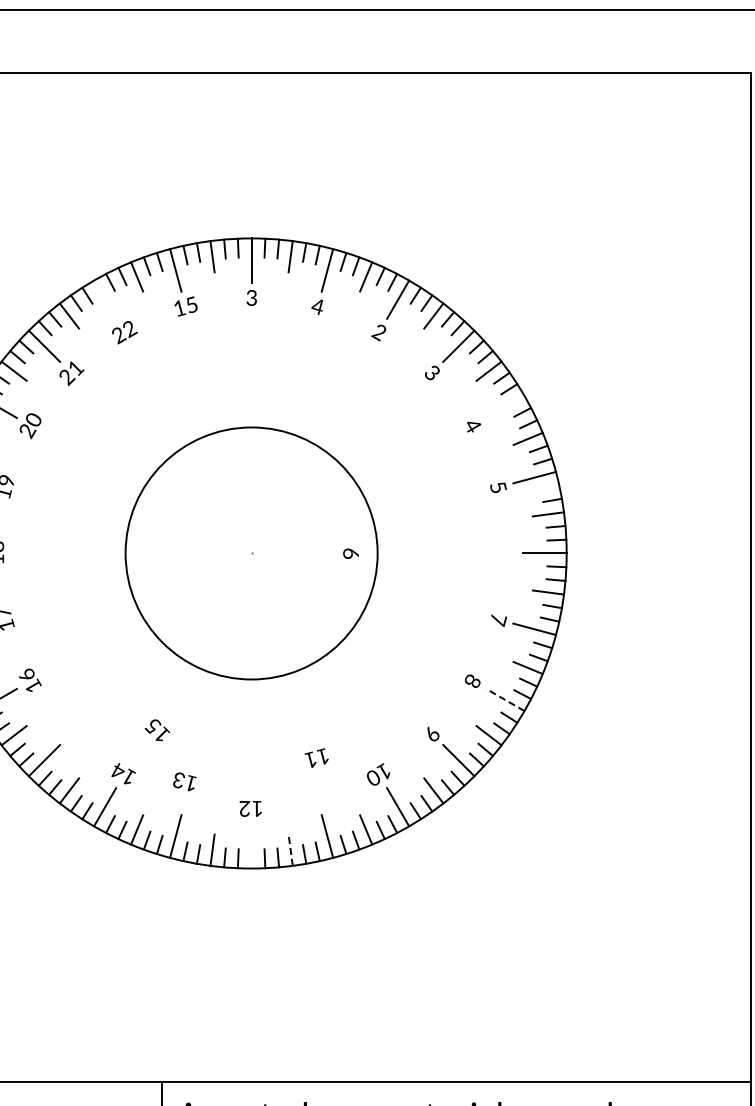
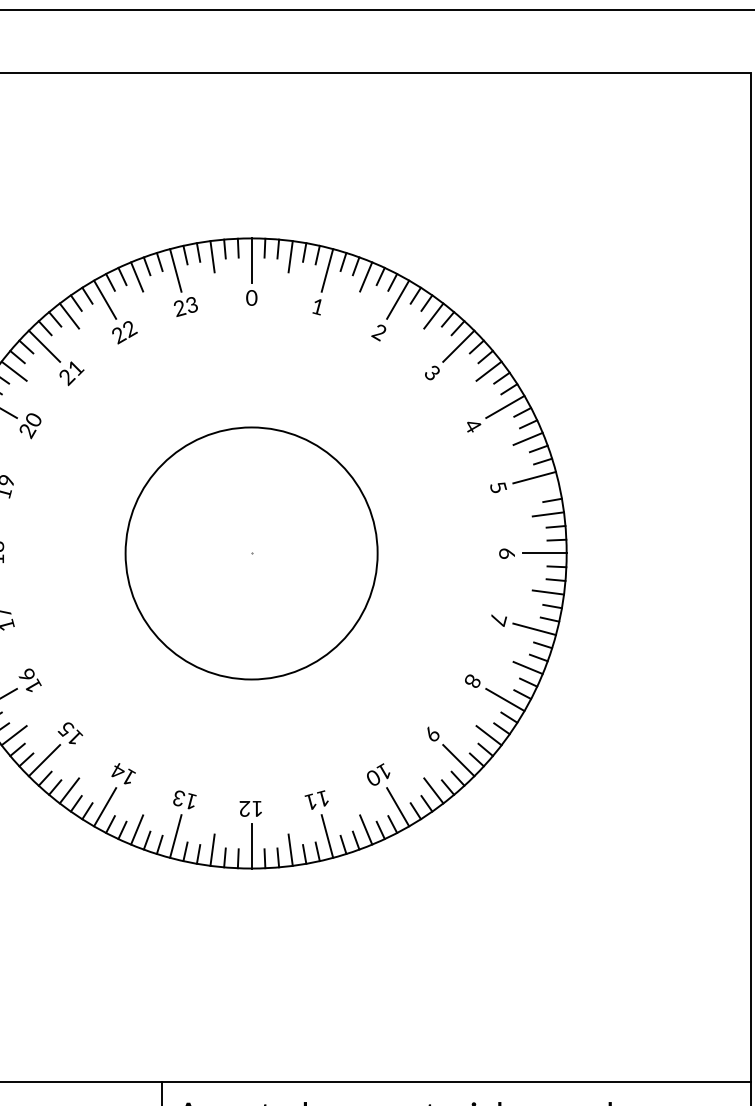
text at (251, 297): 3 -> 0
line at (105, 299): none -> present
text at (185, 306): 15 -> 23
text at (317, 307): 4 -> 1
line at (505, 406): none -> present
text at (350, 553) position: (350, 553) -> (506, 553)
line at (504, 699): dashed -> solid
text at (157, 730) position: (157, 730) -> (70, 733)
text at (316, 757) position: (316, 757) -> (316, 799)
text at (184, 781) position: (184, 781) -> (184, 799)
line at (251, 846): none -> present
line at (290, 850): dashed -> solid
